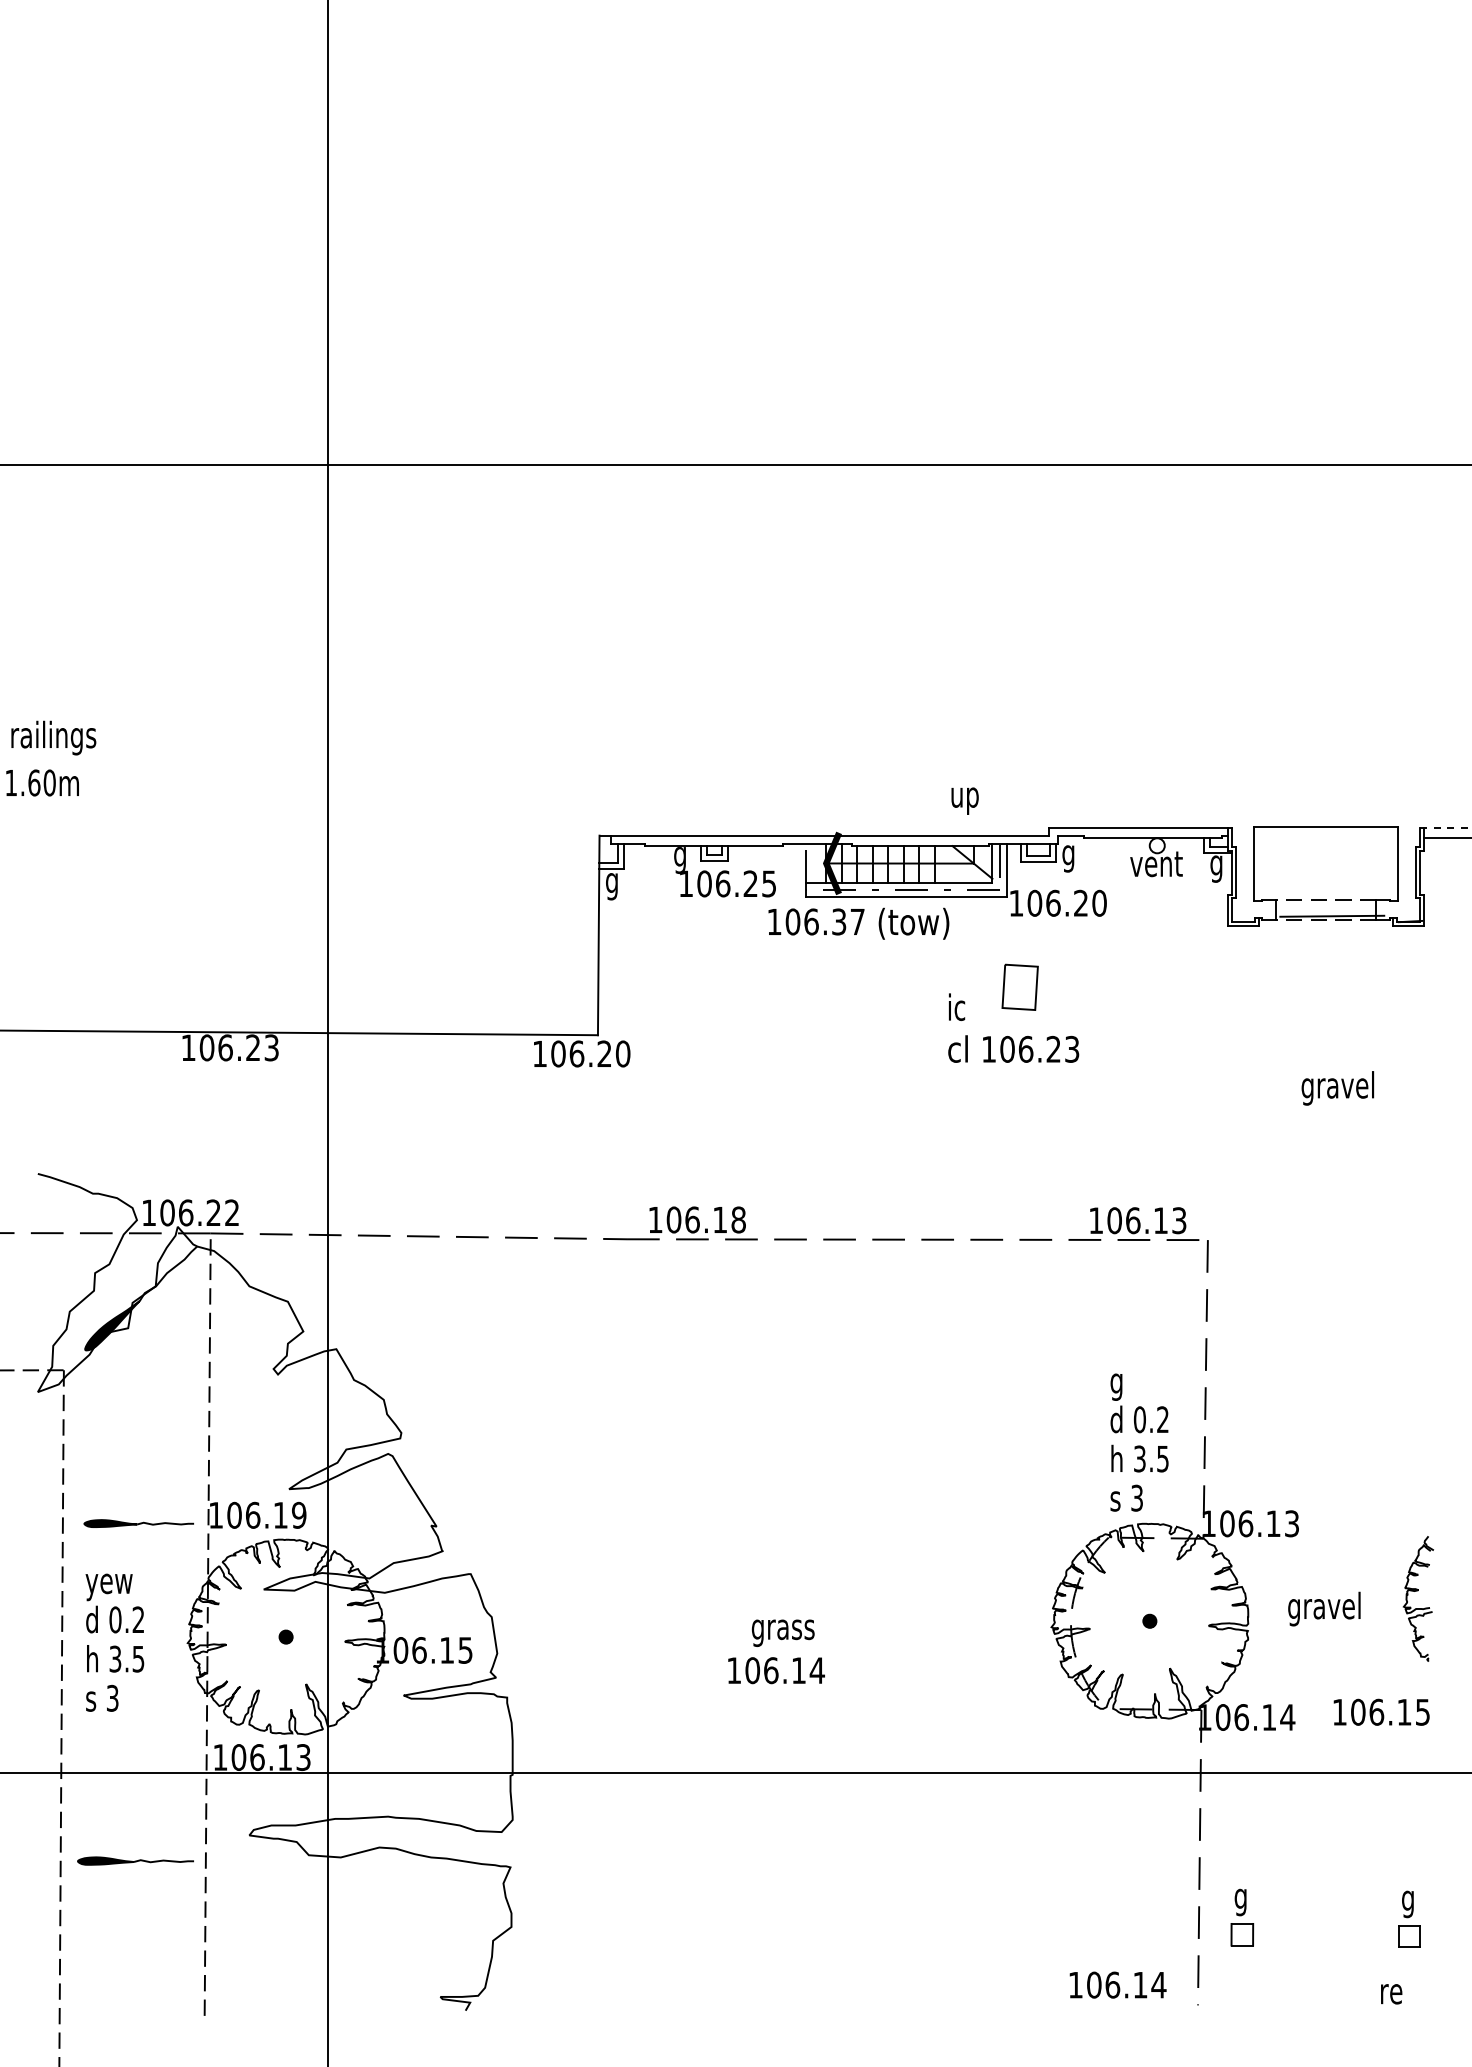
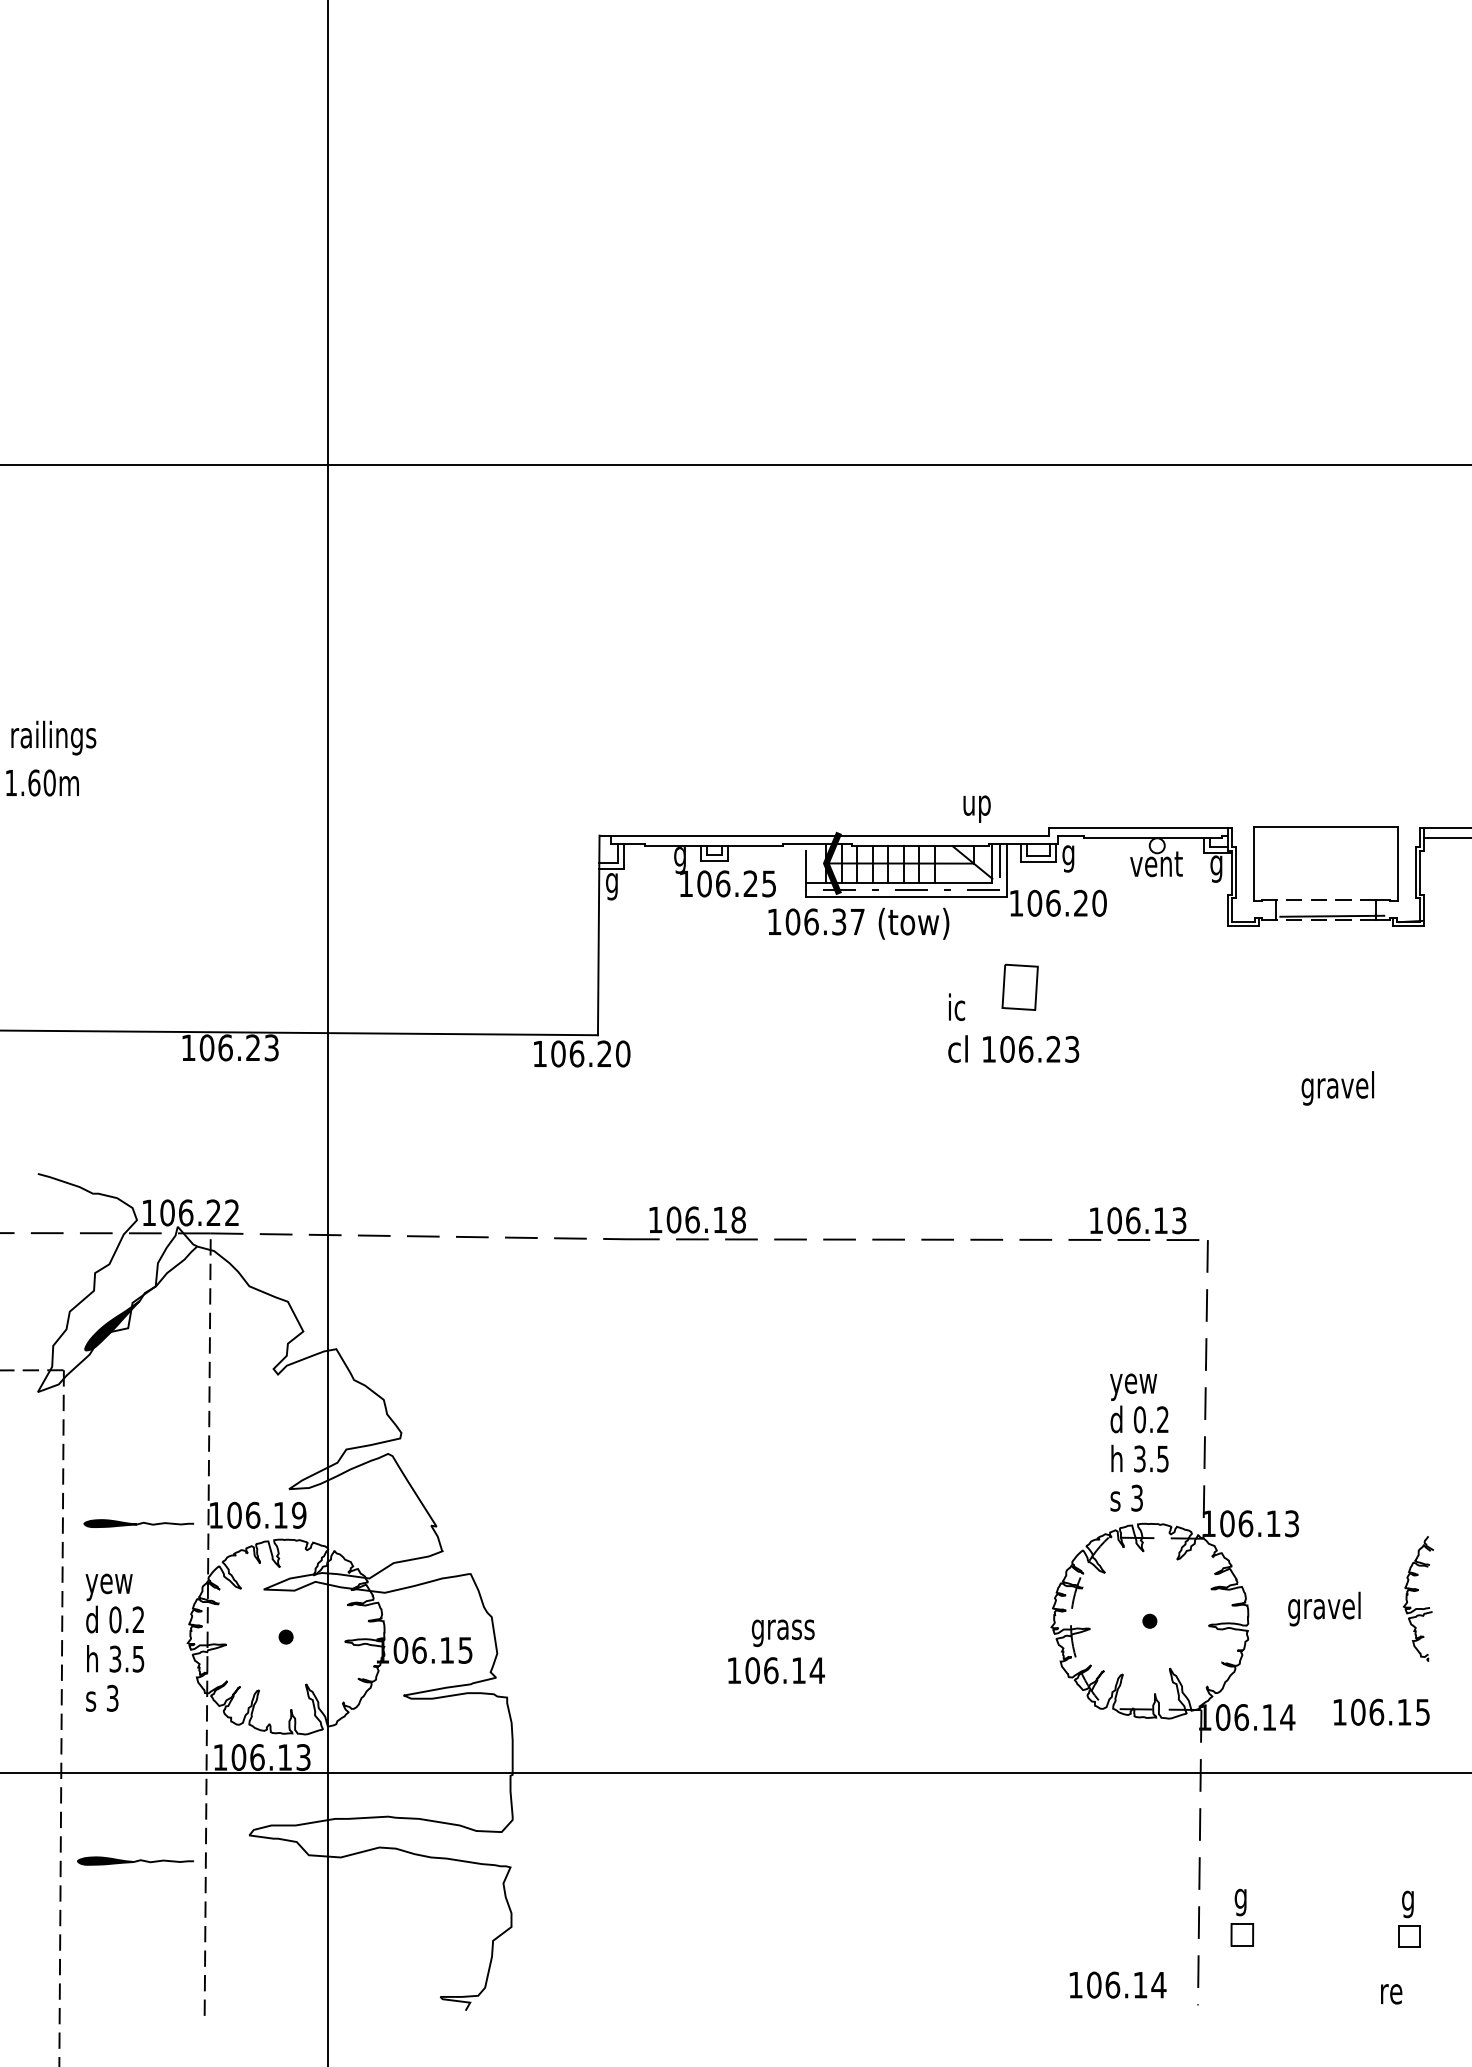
text at (964, 800) position: (964, 800) -> (976, 808)
line at (1446, 827): dashed -> solid
text at (1133, 1386): g -> yew
